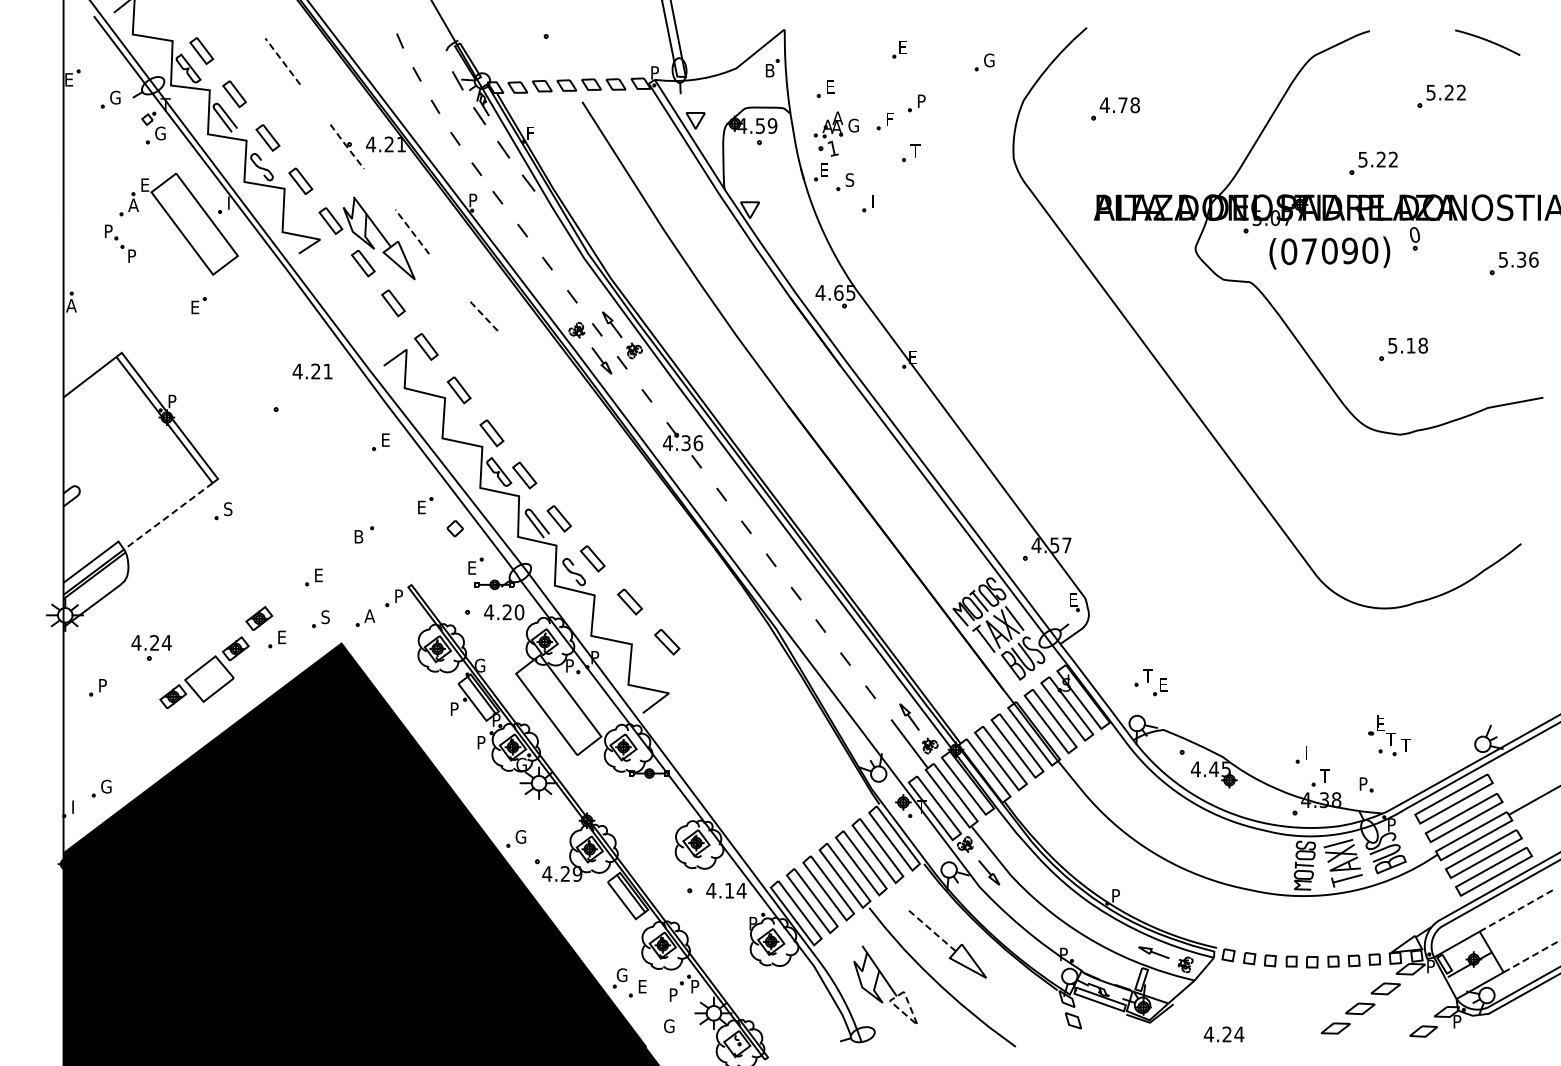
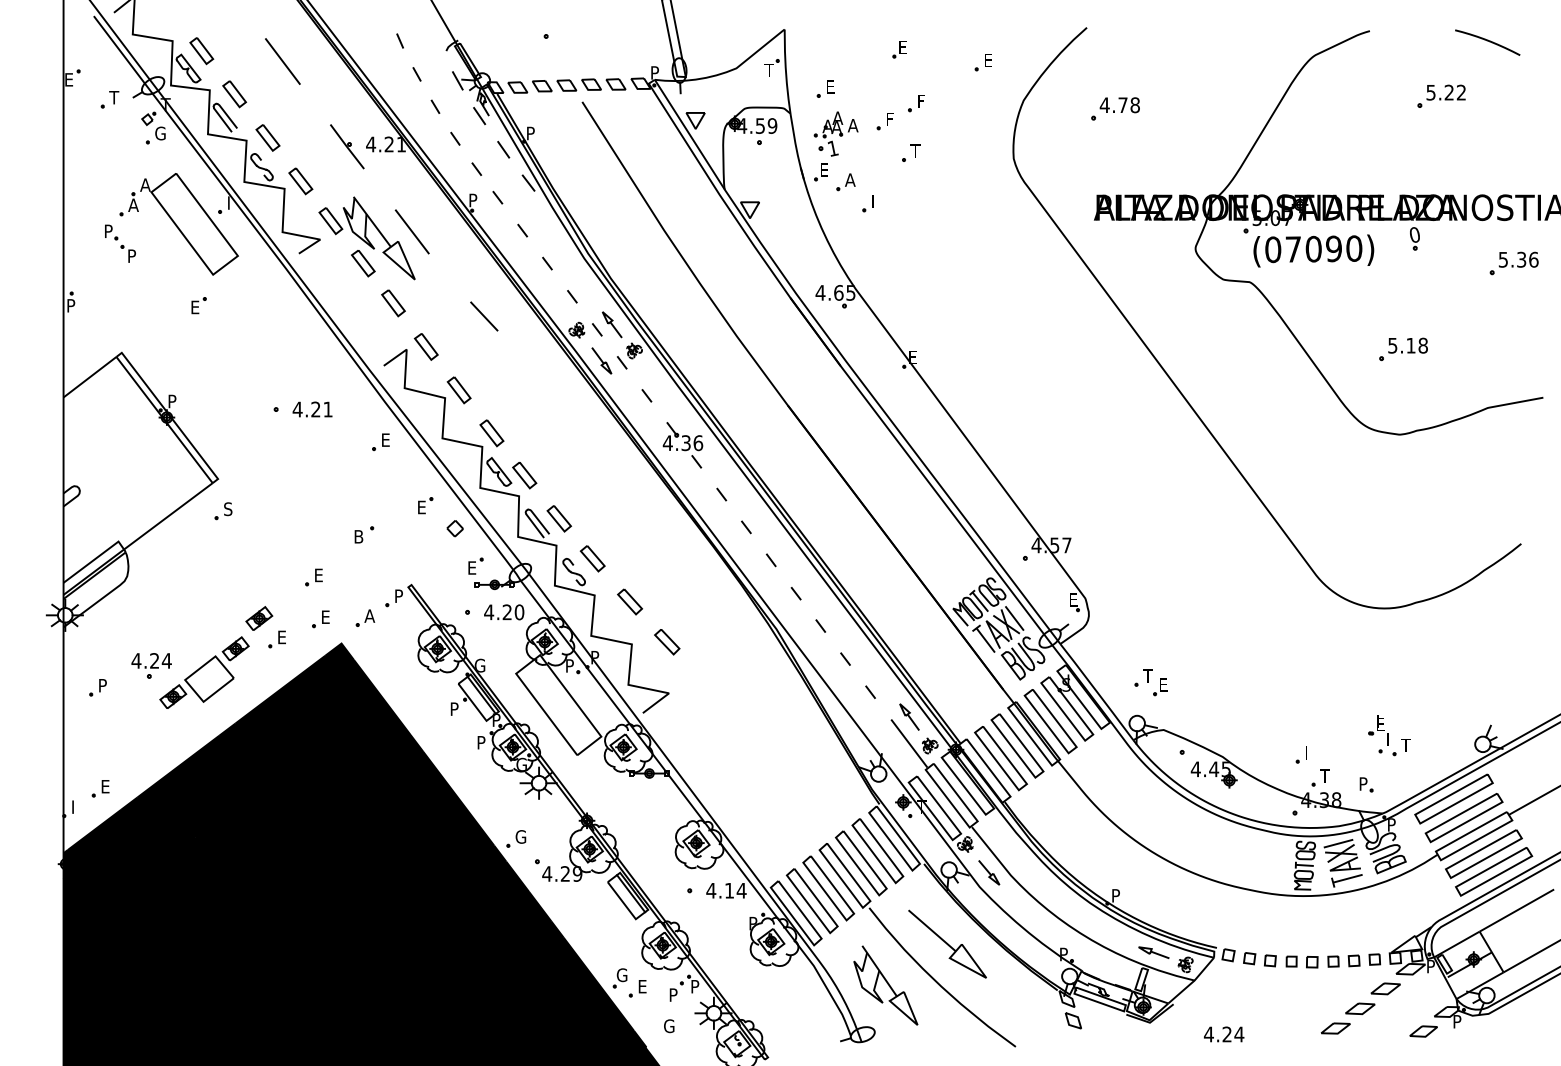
text at (989, 60): G -> E
line at (282, 61): dashed -> solid
text at (769, 70): B -> T
text at (114, 97): G -> T
text at (921, 100): P -> F
text at (852, 125): G -> A
text at (530, 133): F -> P
line at (347, 146): dashed -> solid
part at (1373, 162): present -> none
text at (850, 179): S -> A
text at (145, 184): E -> A
line at (412, 231): dashed -> solid
text at (1329, 252) position: (1329, 252) -> (1313, 250)
text at (71, 305): A -> P
line at (483, 315): dashed -> solid
text at (312, 371) position: (312, 371) -> (312, 409)
line at (167, 516): dashed -> solid
text at (325, 617): S -> E
part at (151, 647) position: (151, 647) -> (151, 665)
text at (1390, 739): T -> I
text at (106, 786): G -> E
line at (1516, 910): dashed -> solid
line at (931, 930): dashed -> solid
line at (1532, 956): dashed -> solid
line at (910, 1019): dashed -> solid
